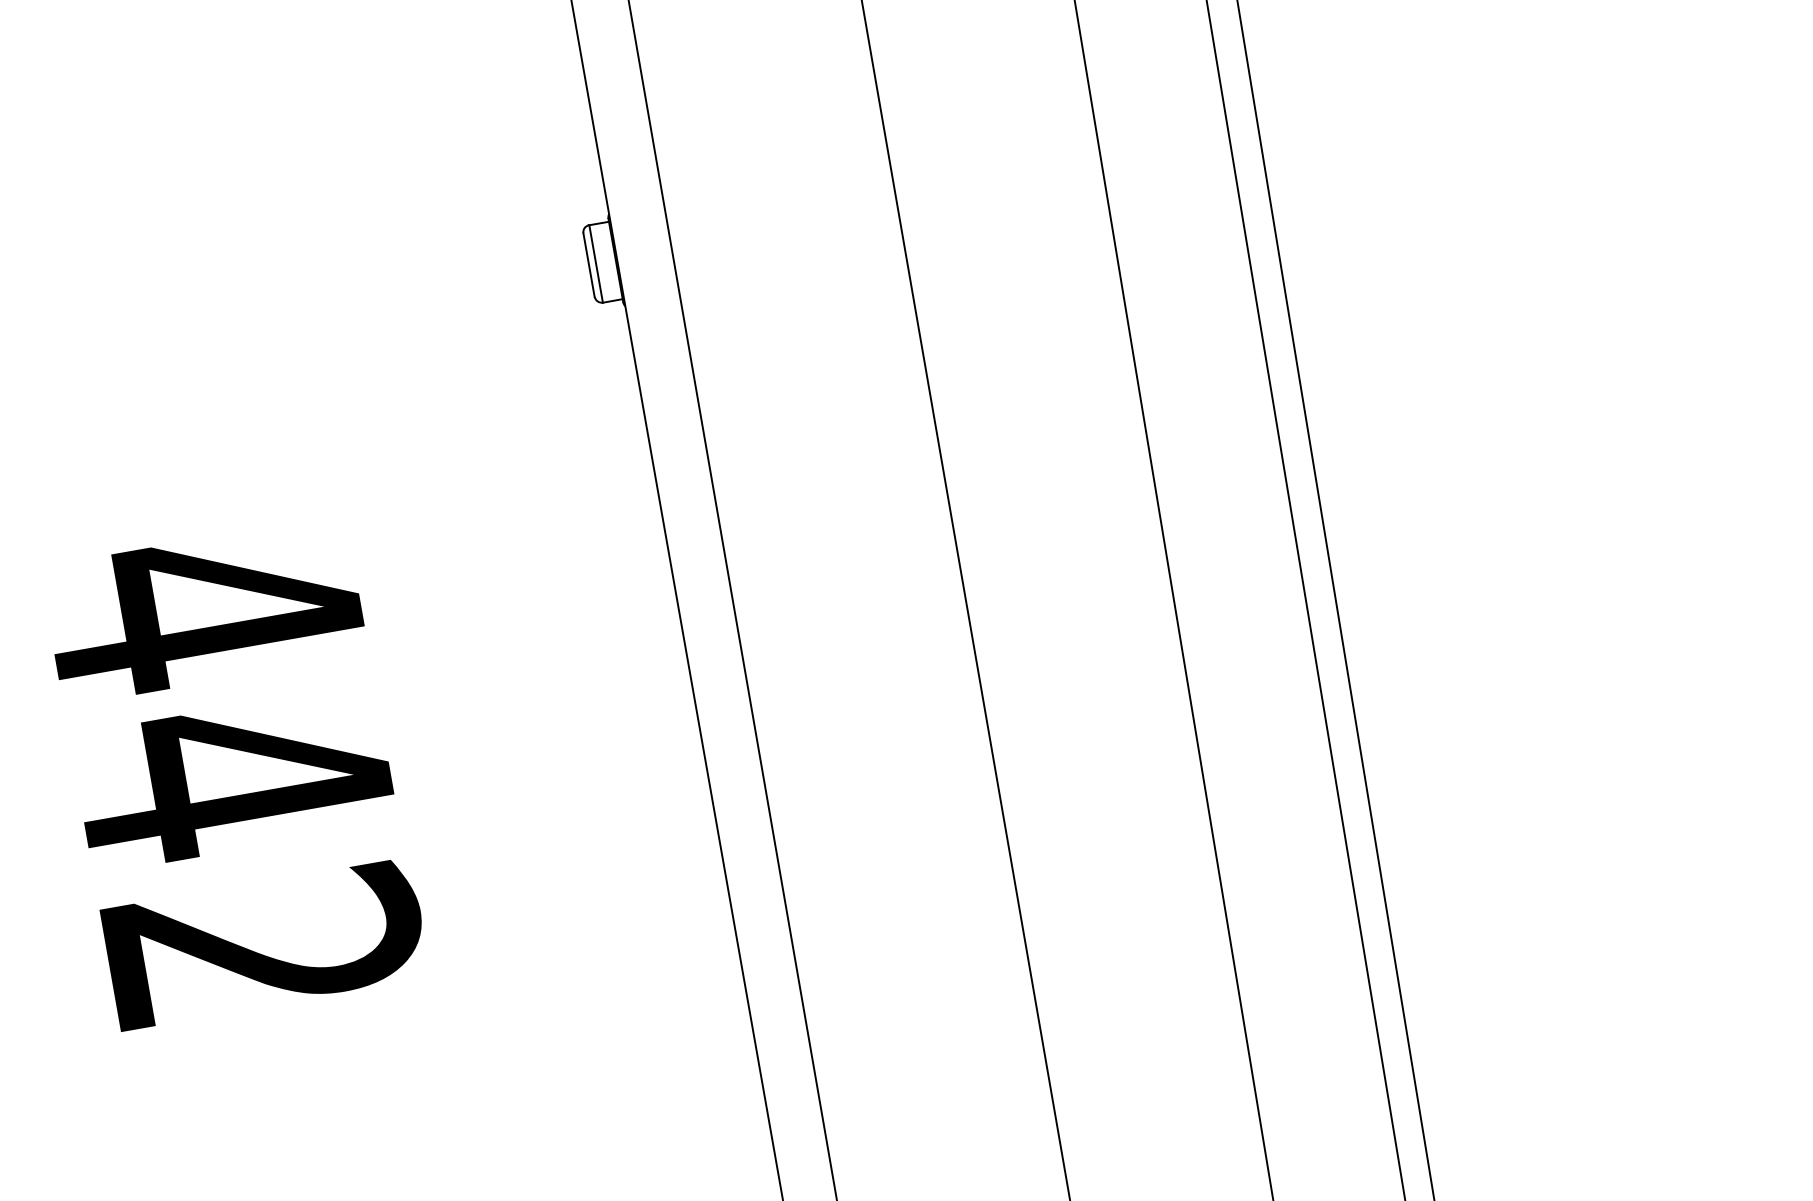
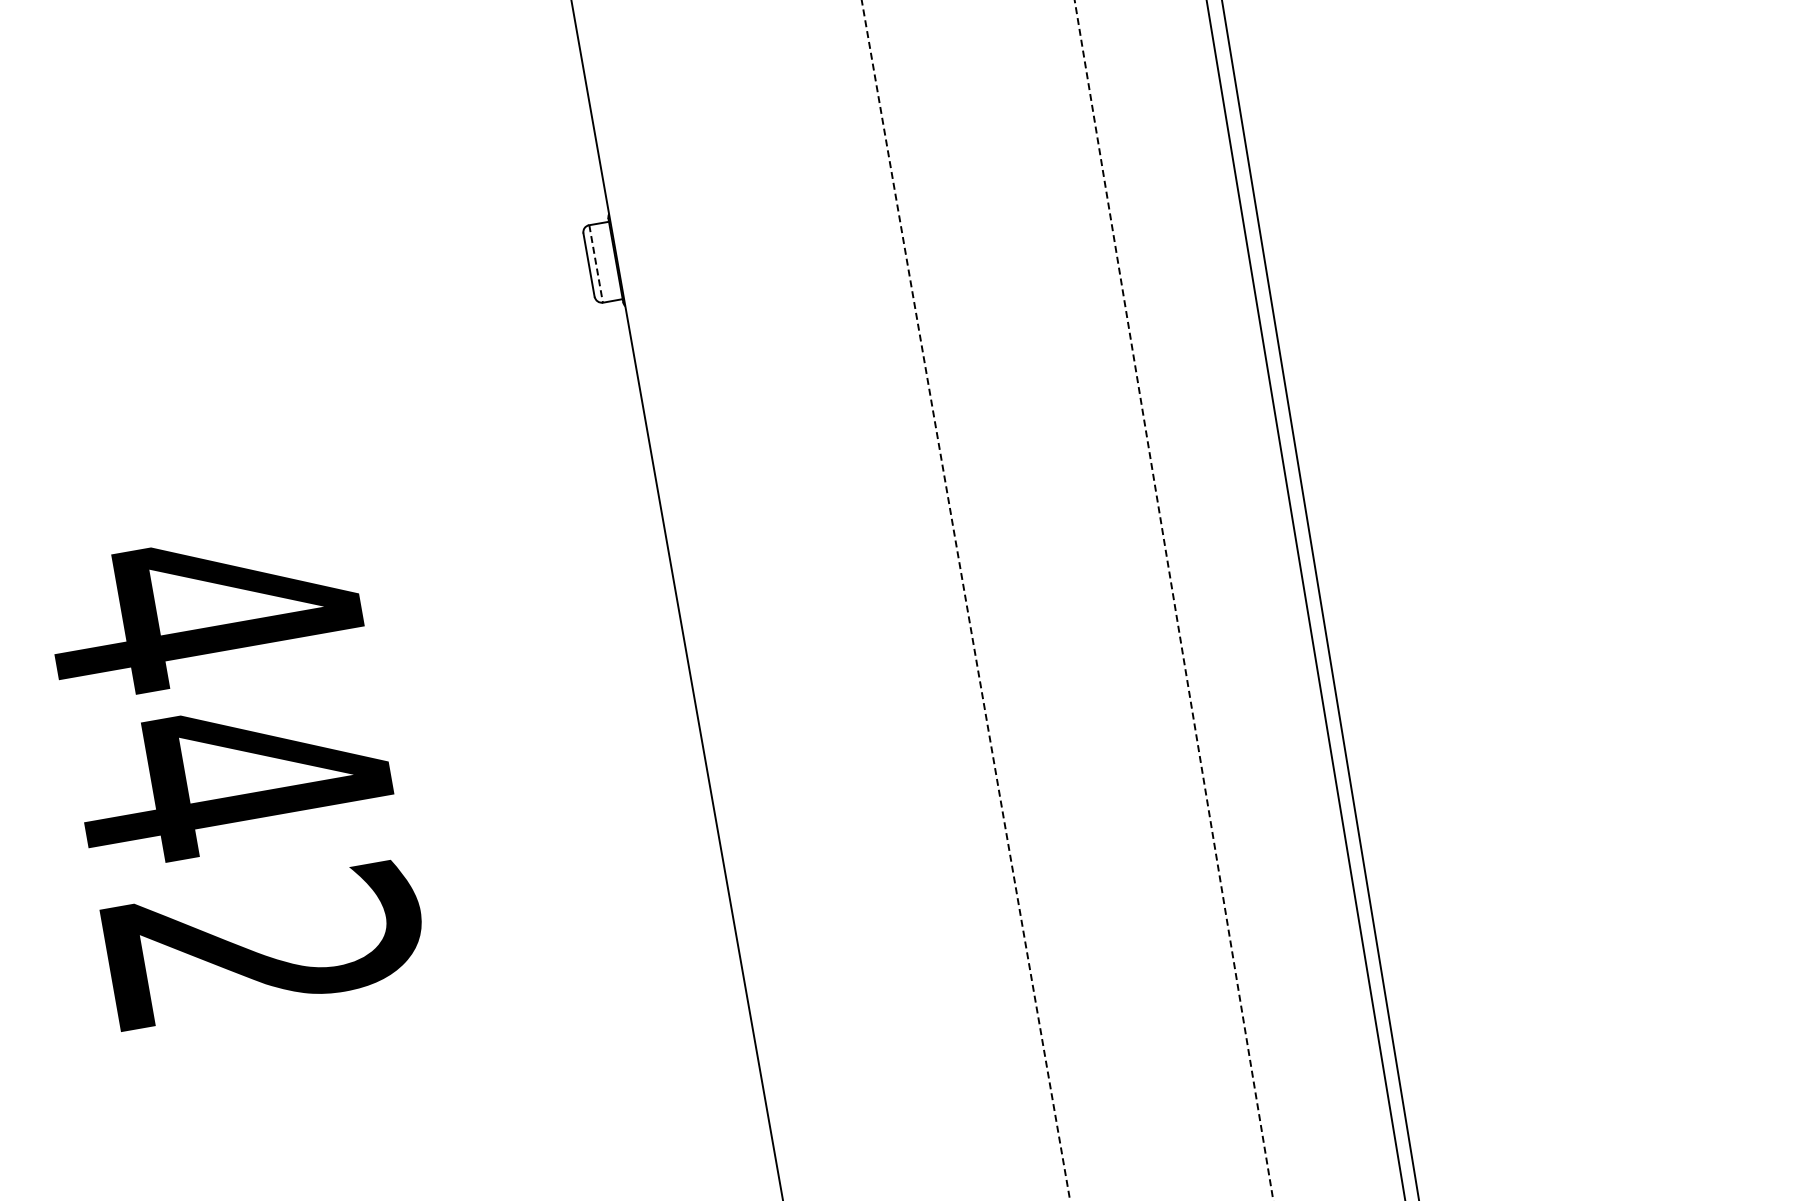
line at (596, 264): solid -> dashed
line at (732, 599): present -> none
line at (1335, 599) position: (1335, 599) -> (1320, 599)
line at (965, 600): solid -> dashed
line at (1174, 600): solid -> dashed
